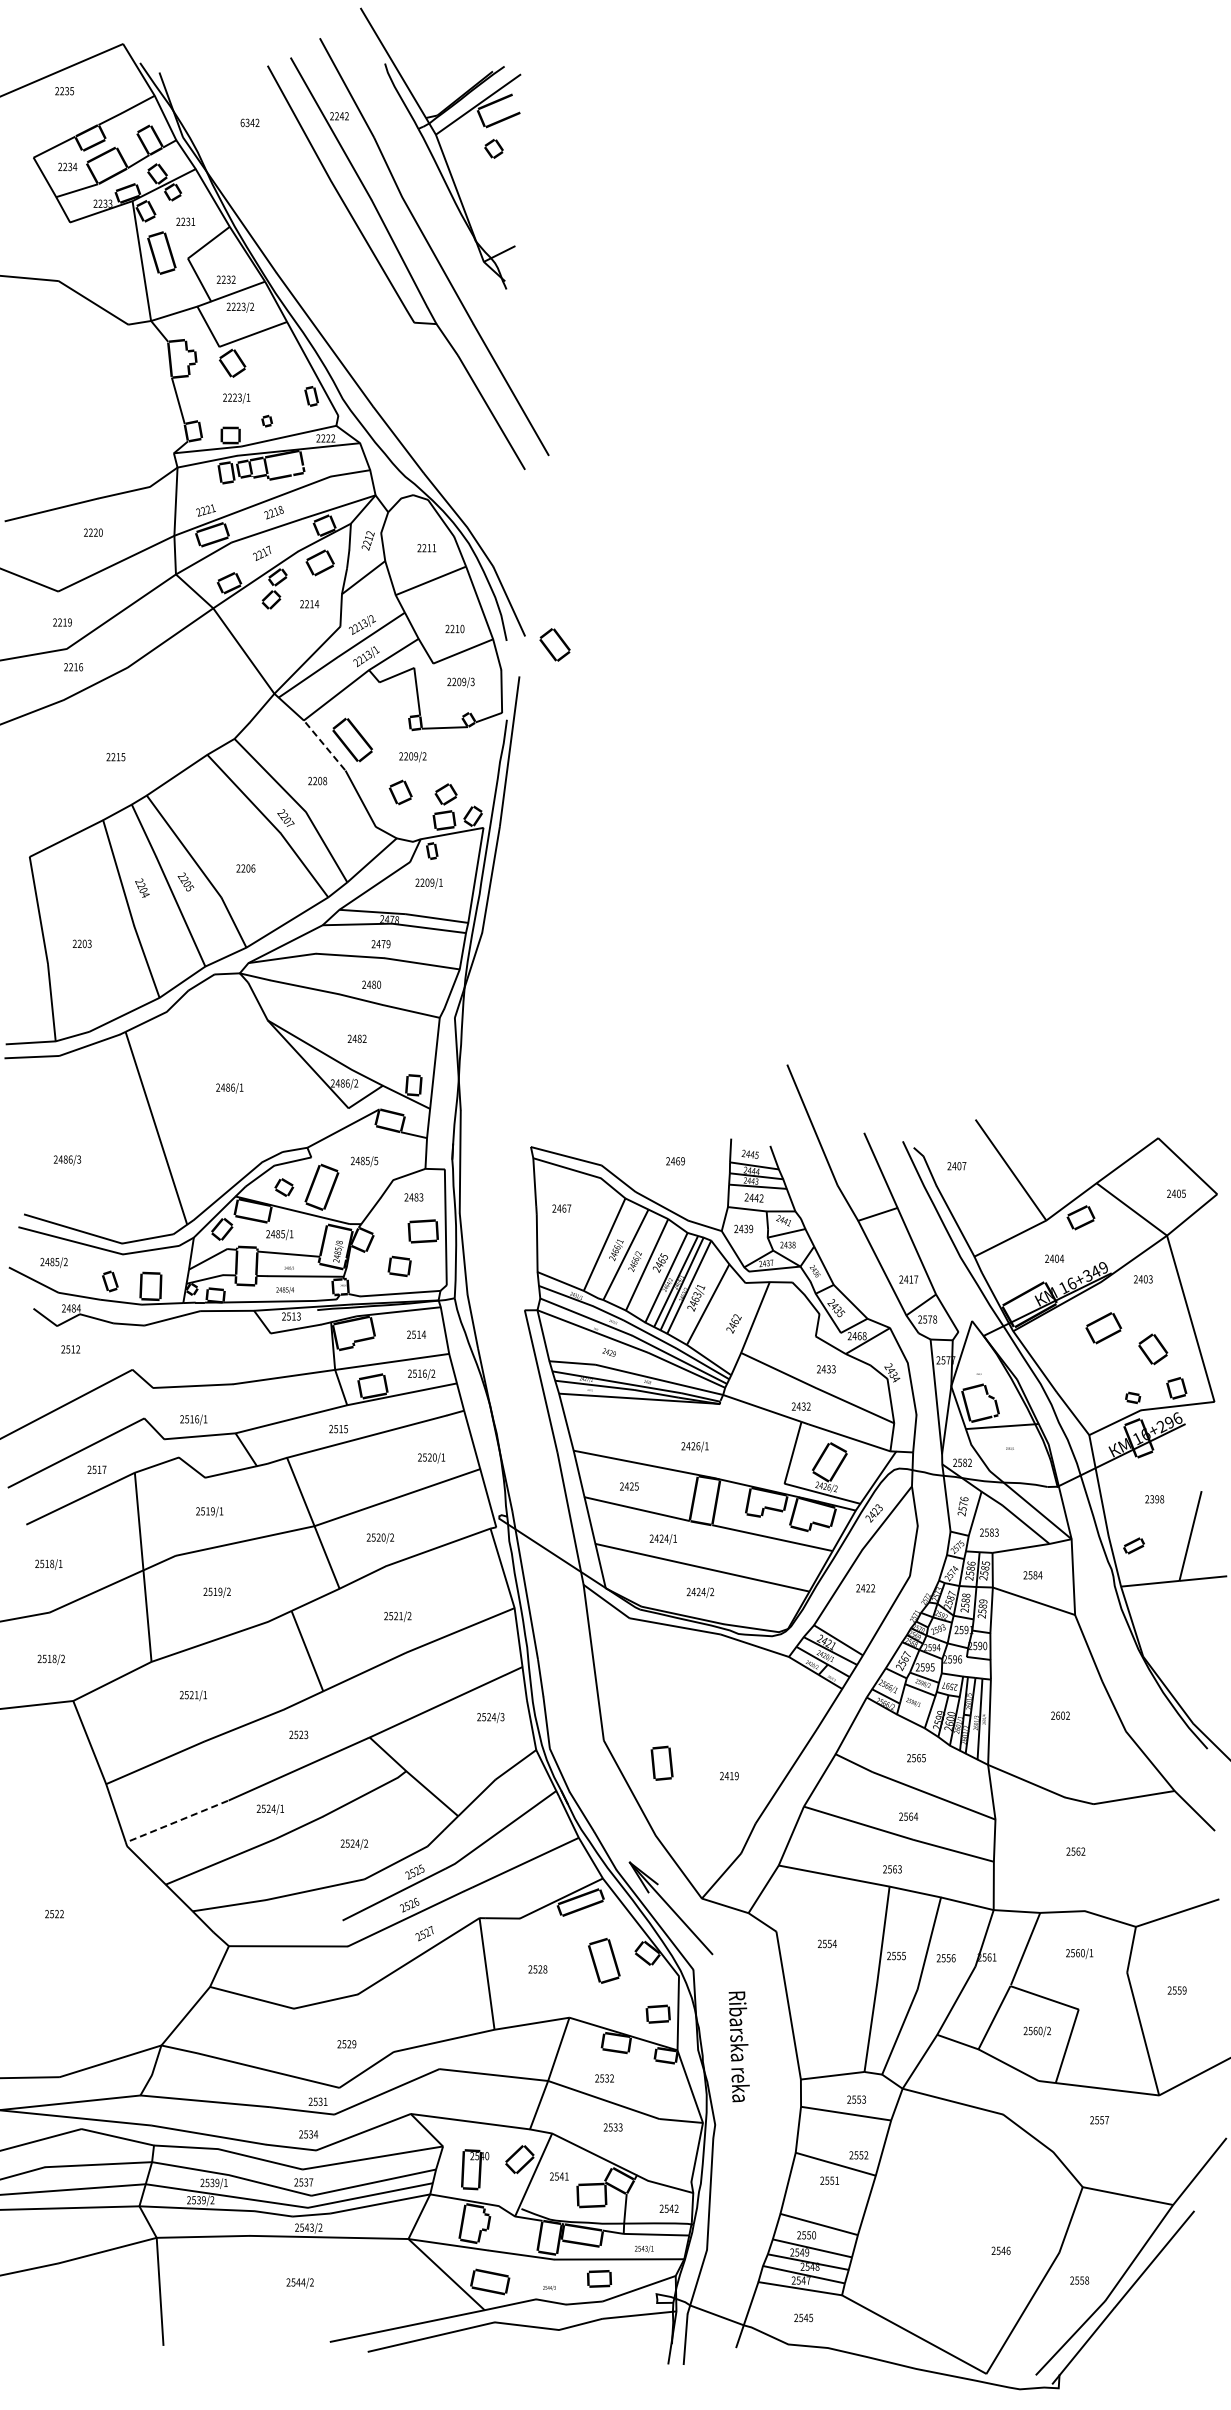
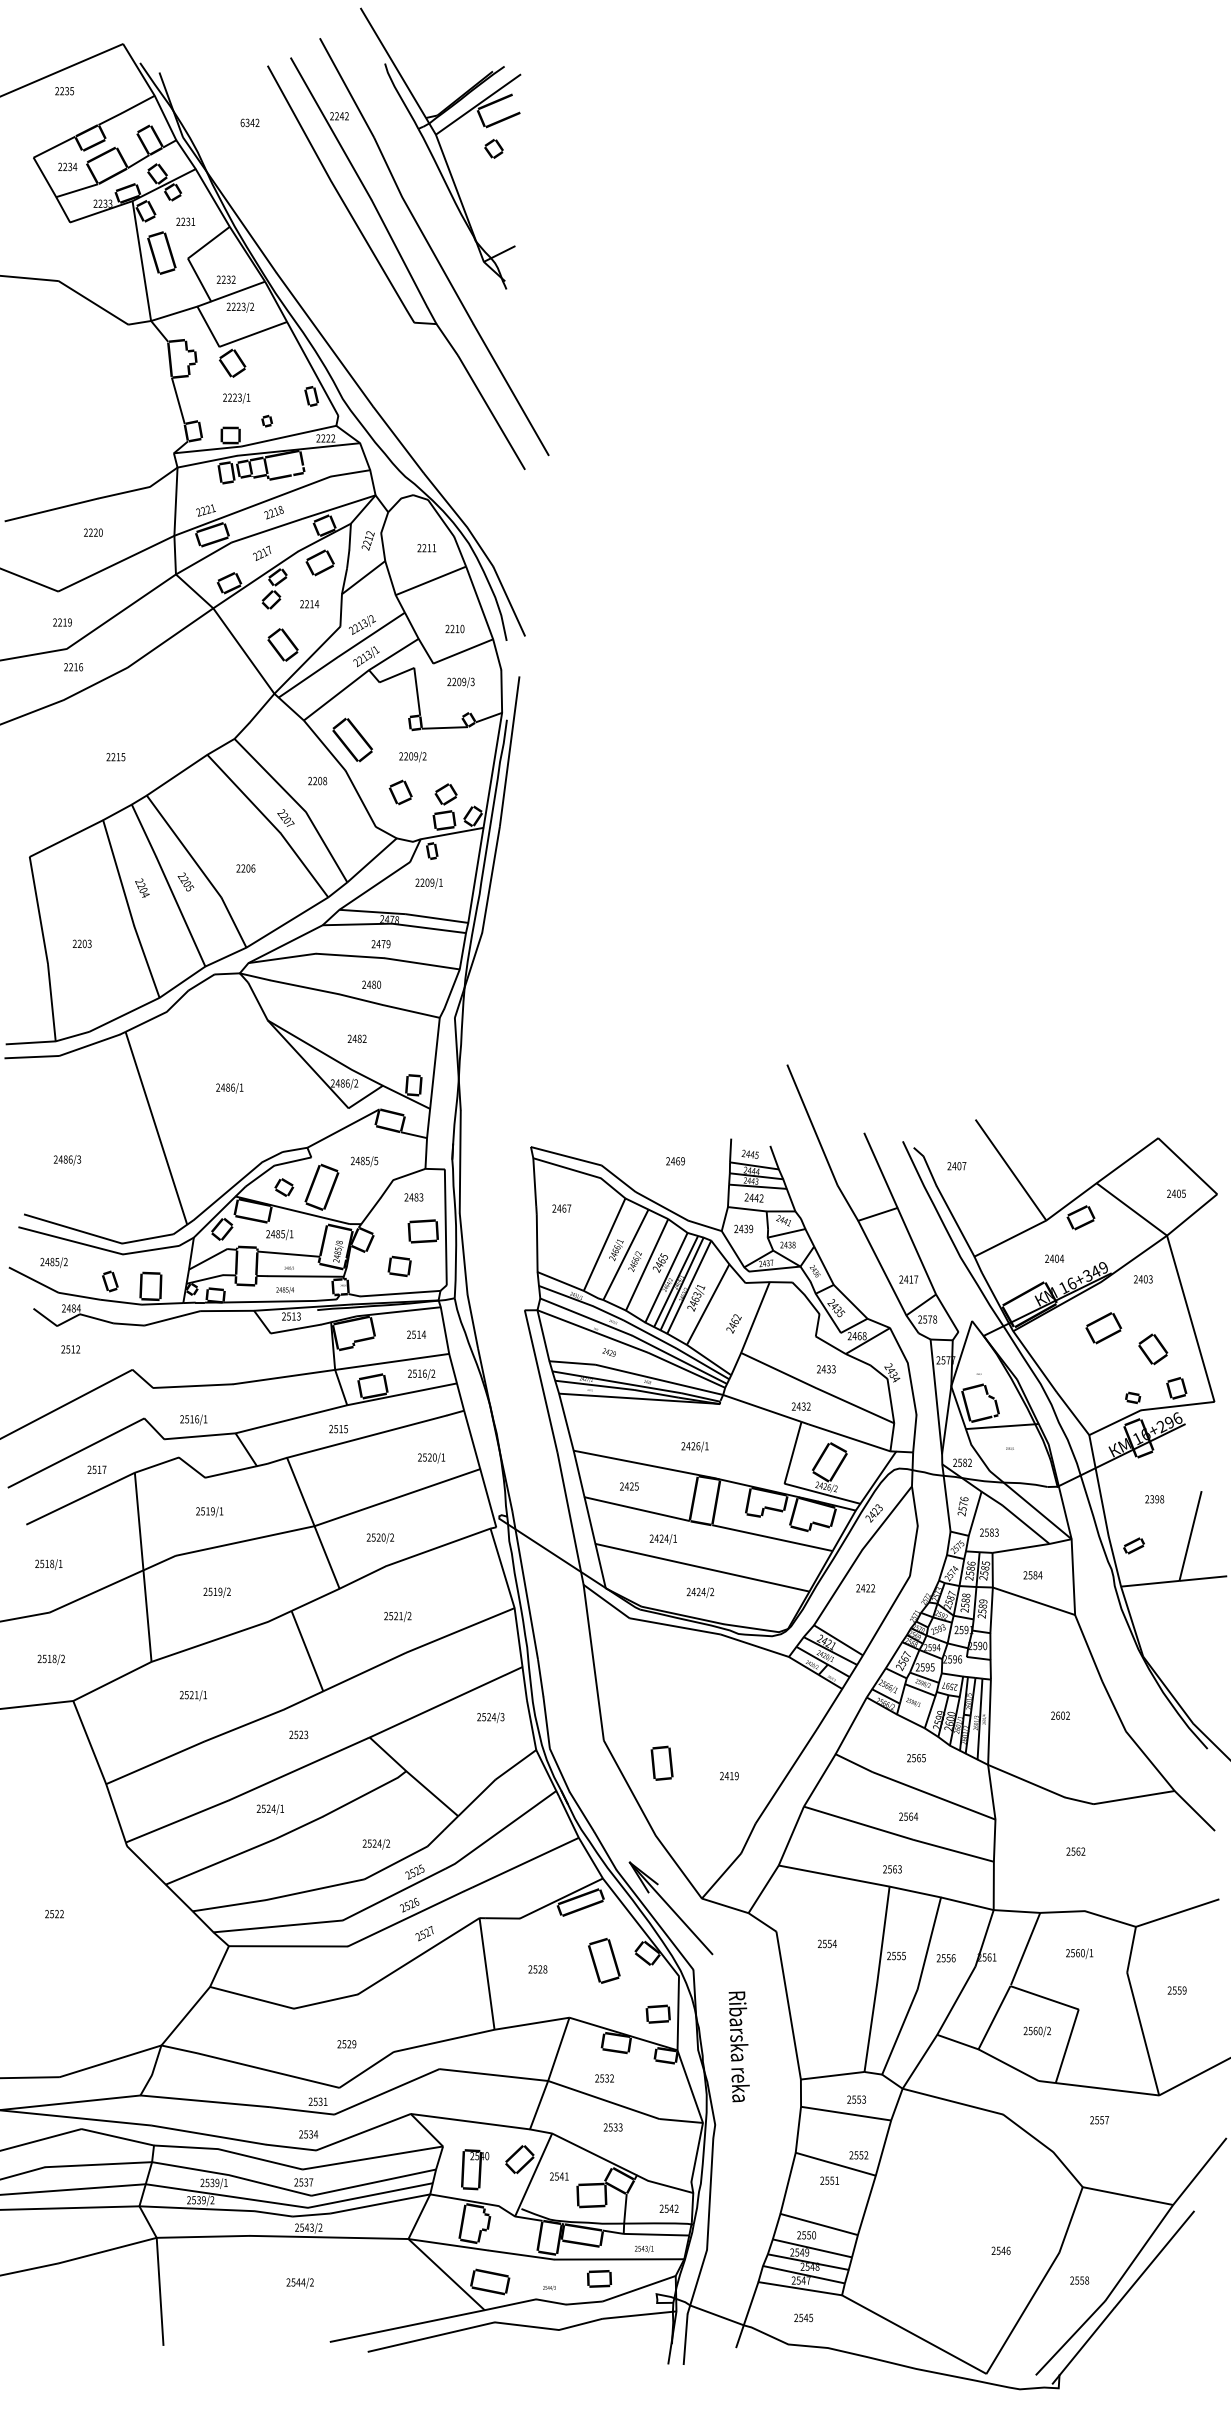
part at (554, 644) position: (554, 644) -> (282, 644)
line at (324, 745): dashed -> solid
line at (492, 770): none -> present
line at (177, 1821): dashed -> solid
text at (354, 1844) position: (354, 1844) -> (376, 1844)
line at (277, 1926): none -> present
